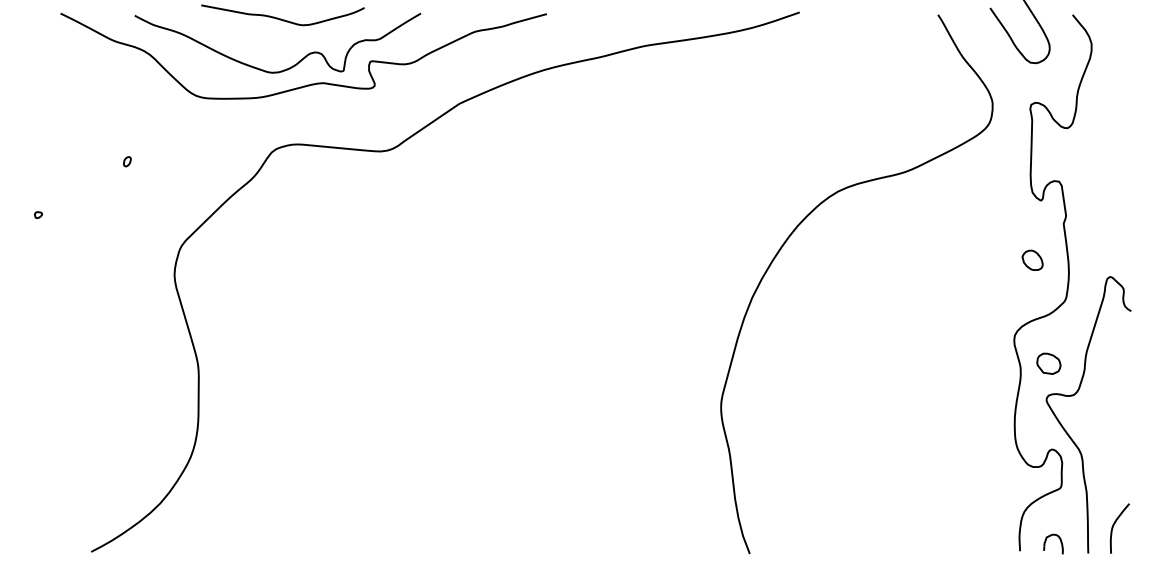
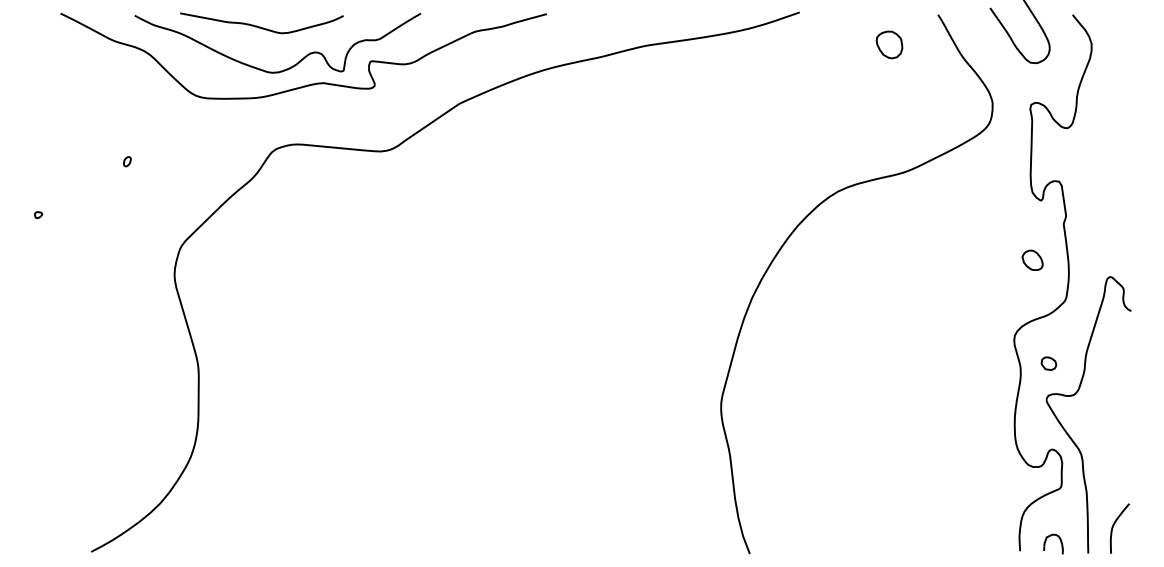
curve at (281, 18) position: (281, 18) -> (260, 26)
part at (889, 44): none -> present
part at (1048, 363) size: 26x23 px -> 18x15 px
